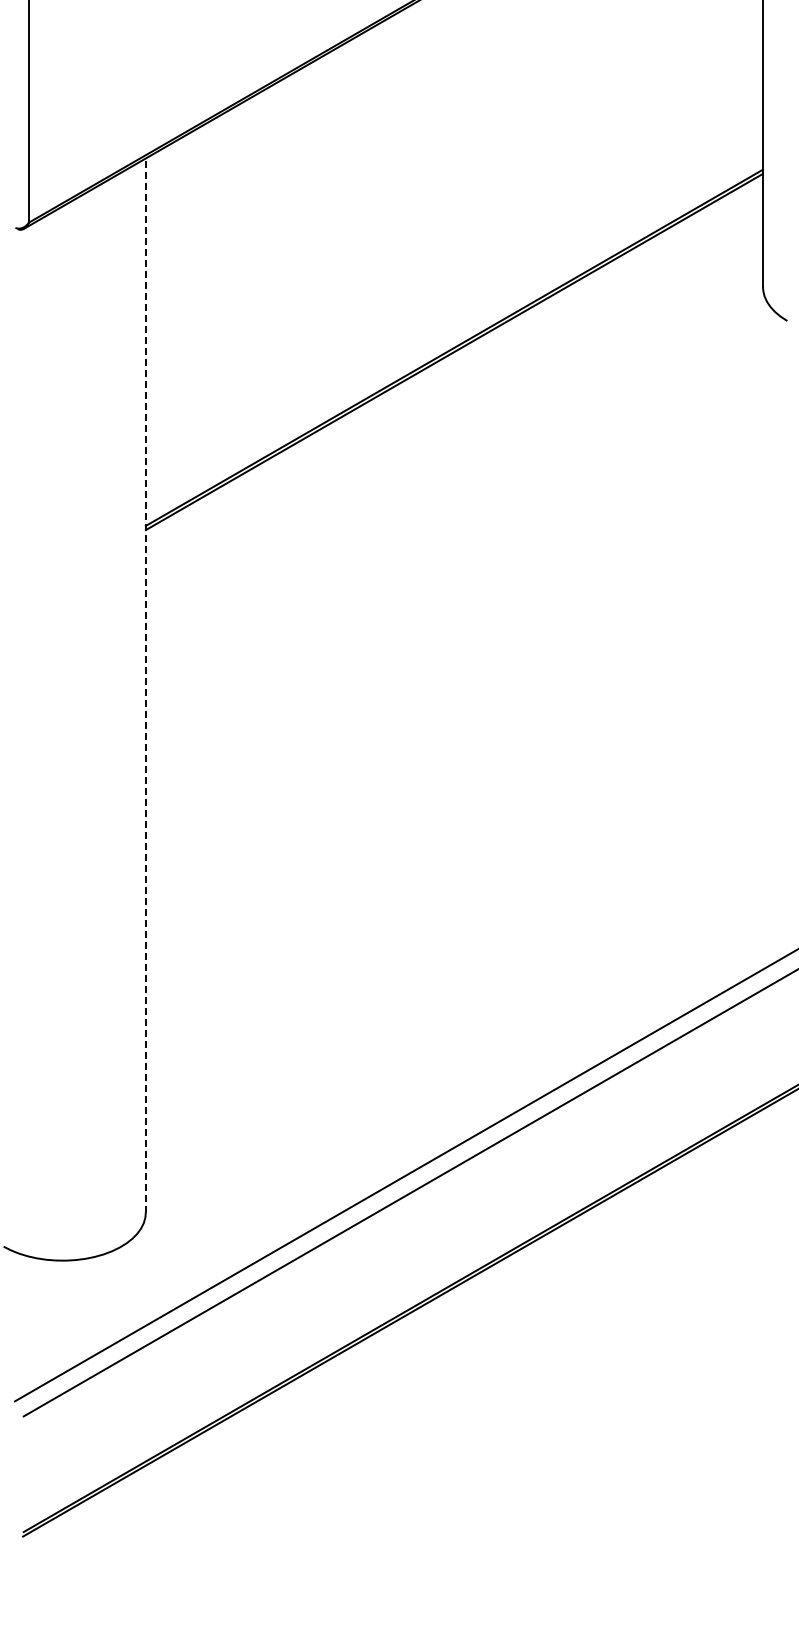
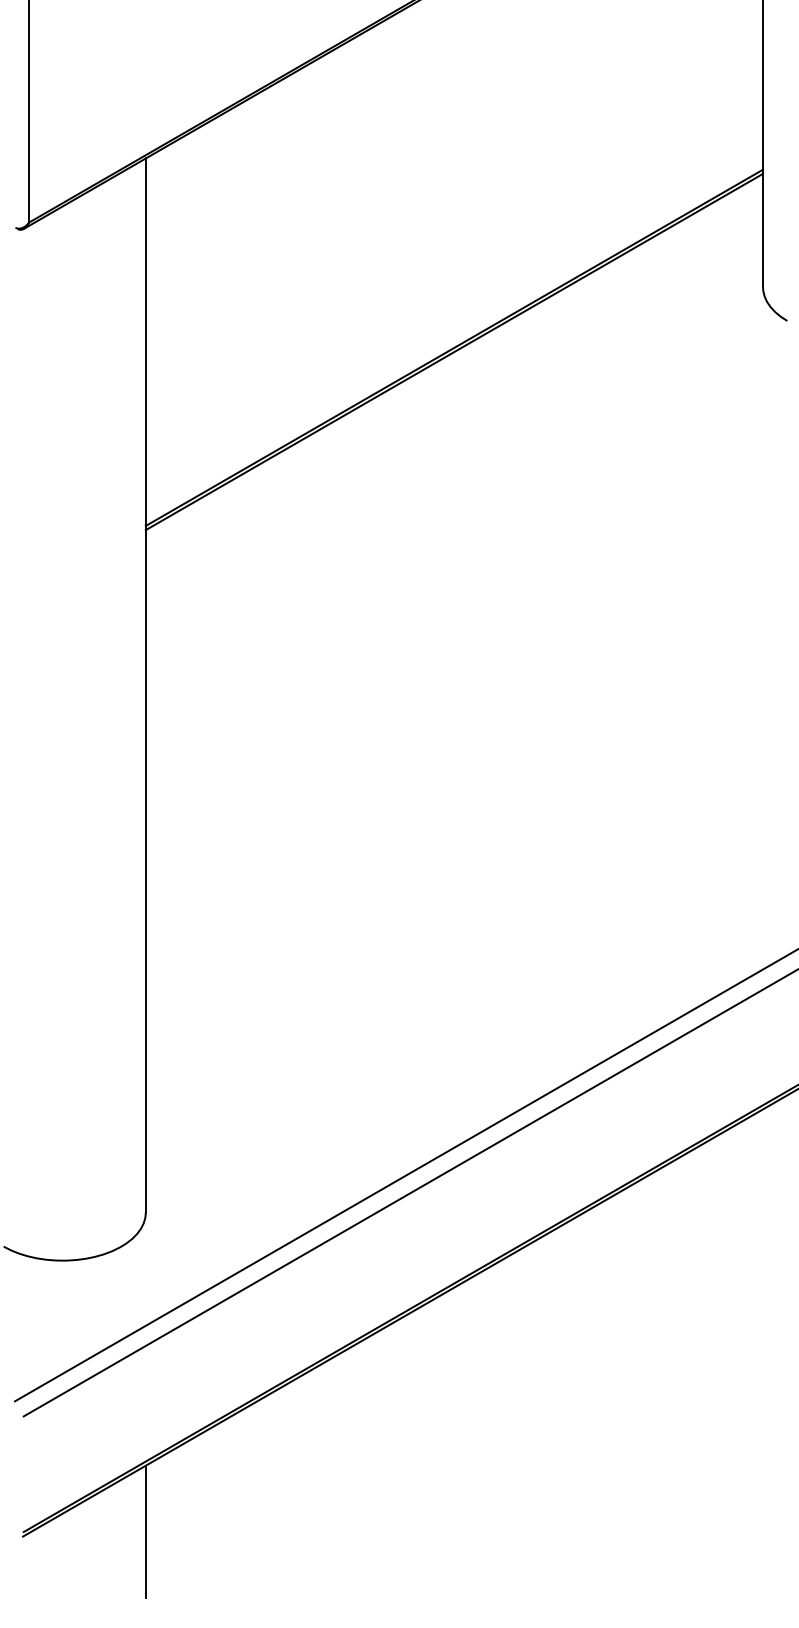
line at (145, 685): dashed -> solid
line at (145, 1531): none -> present
